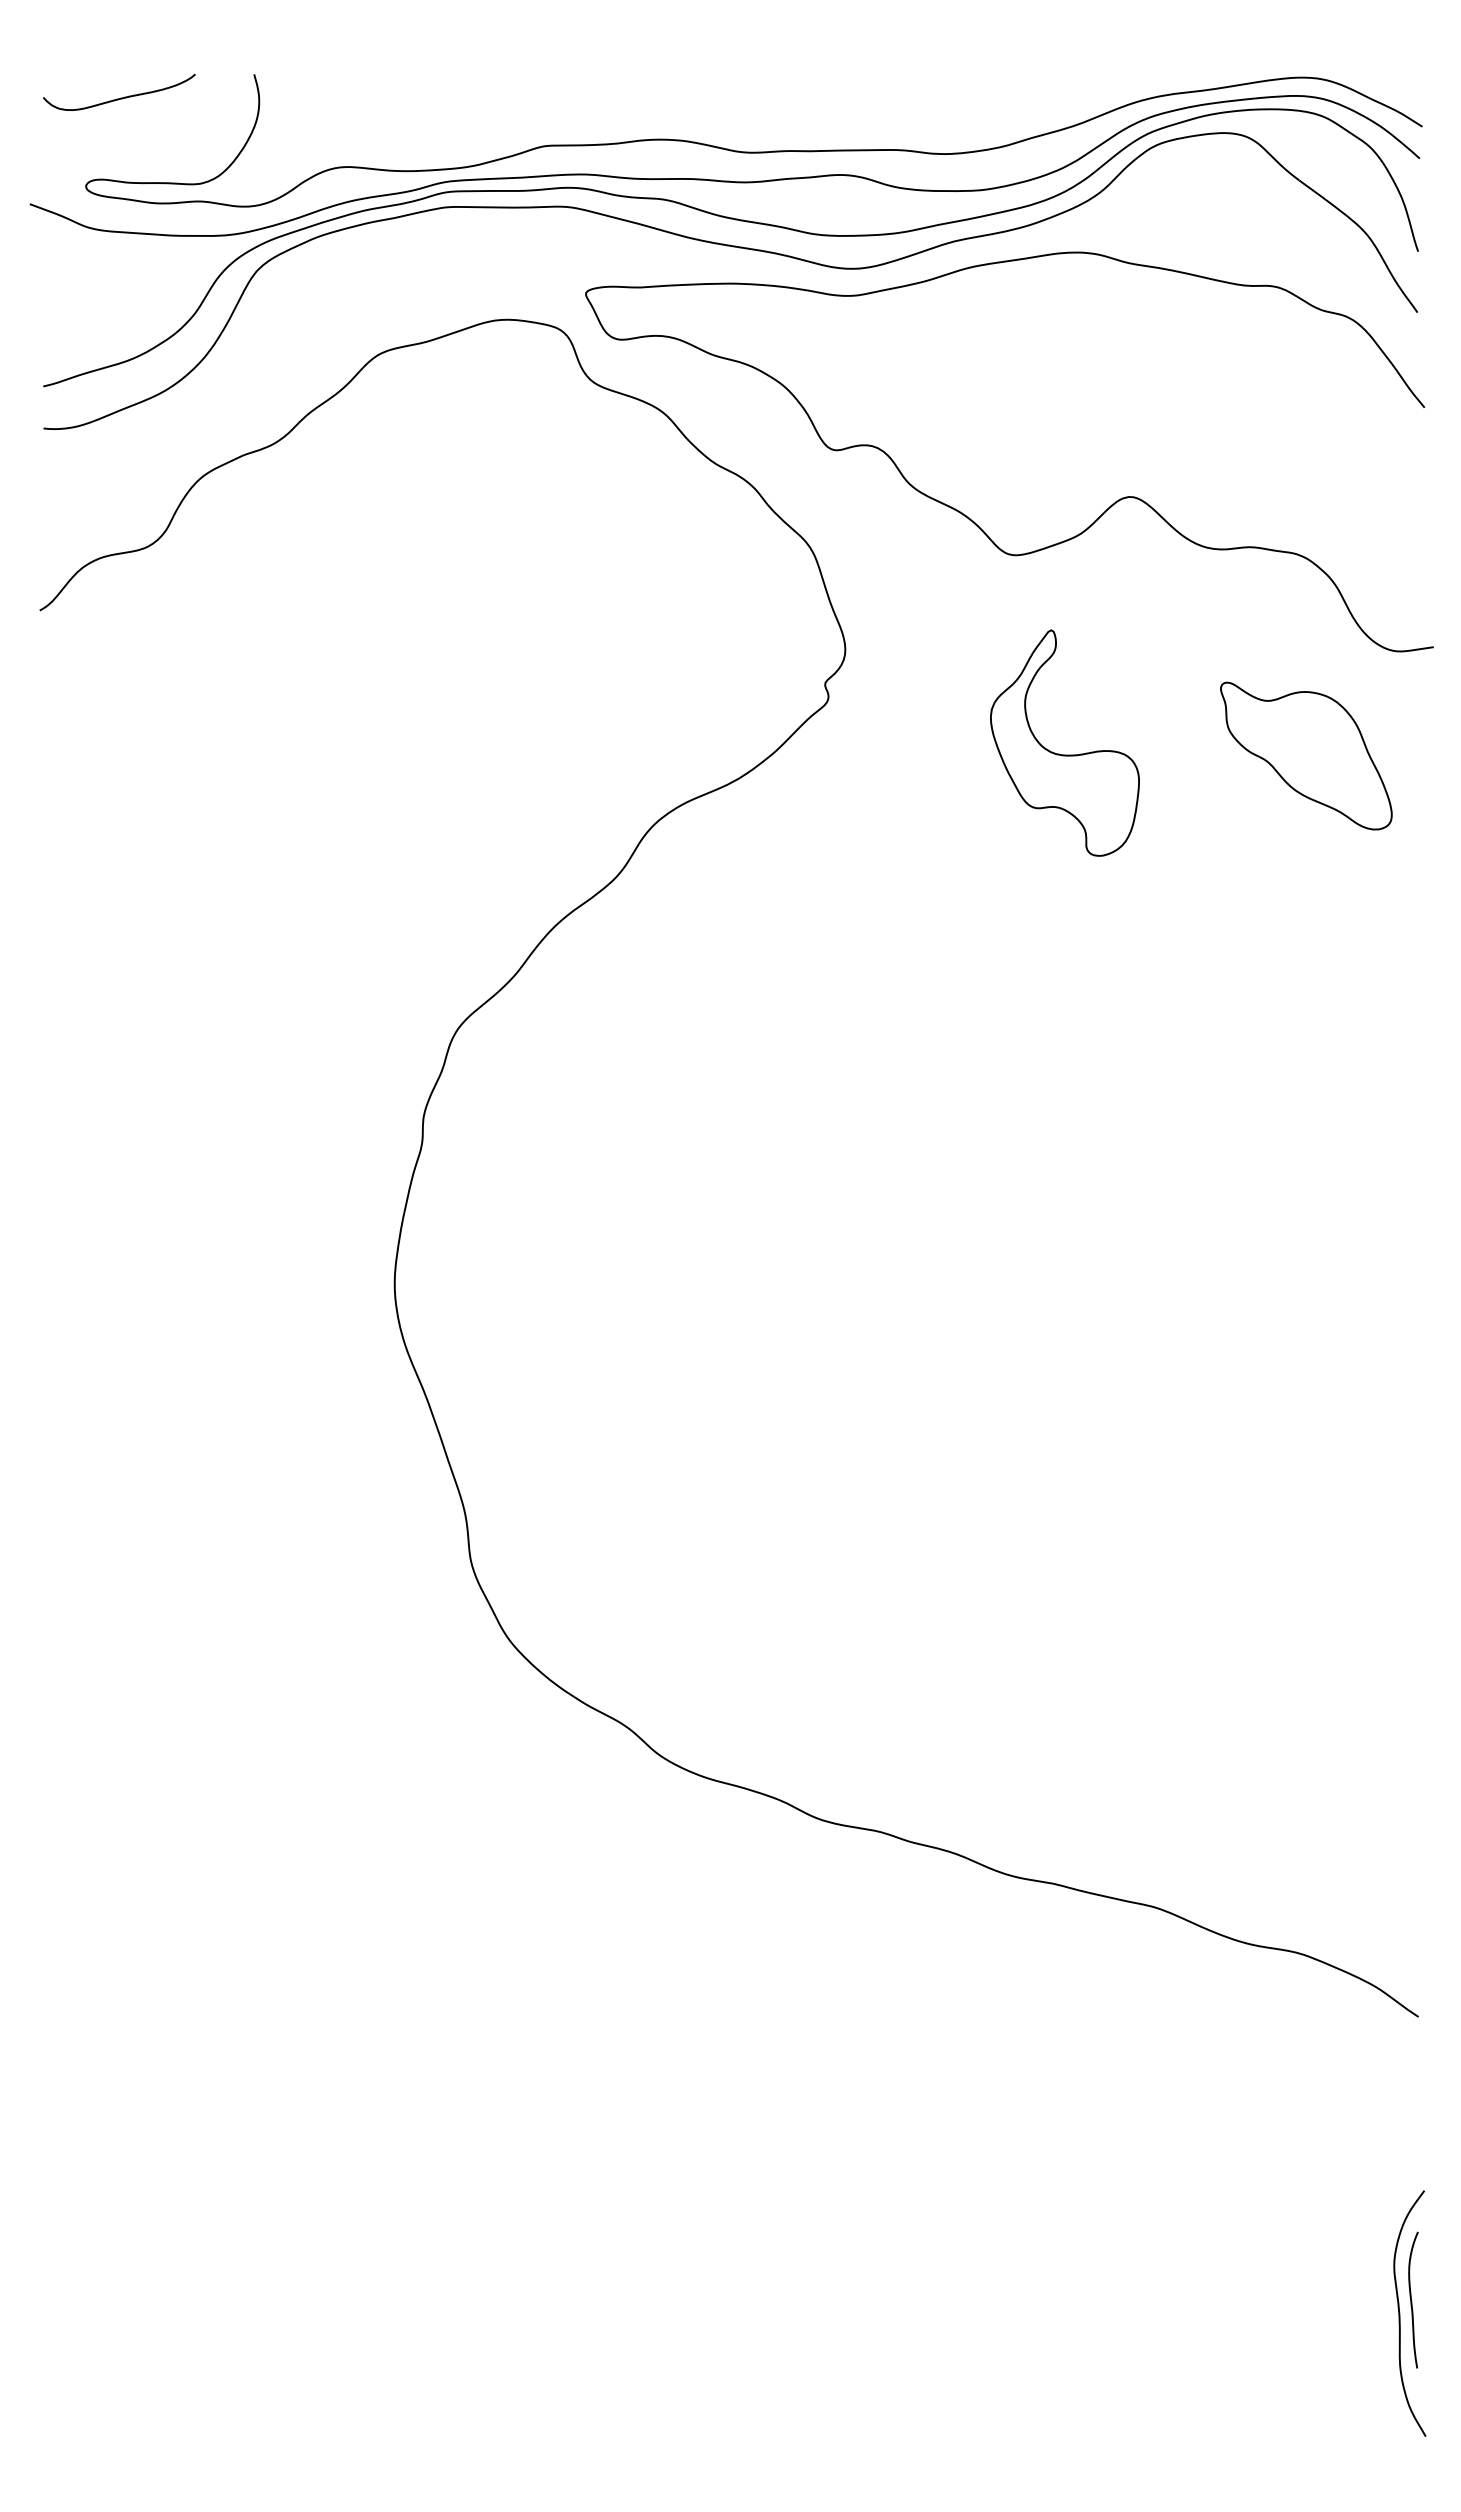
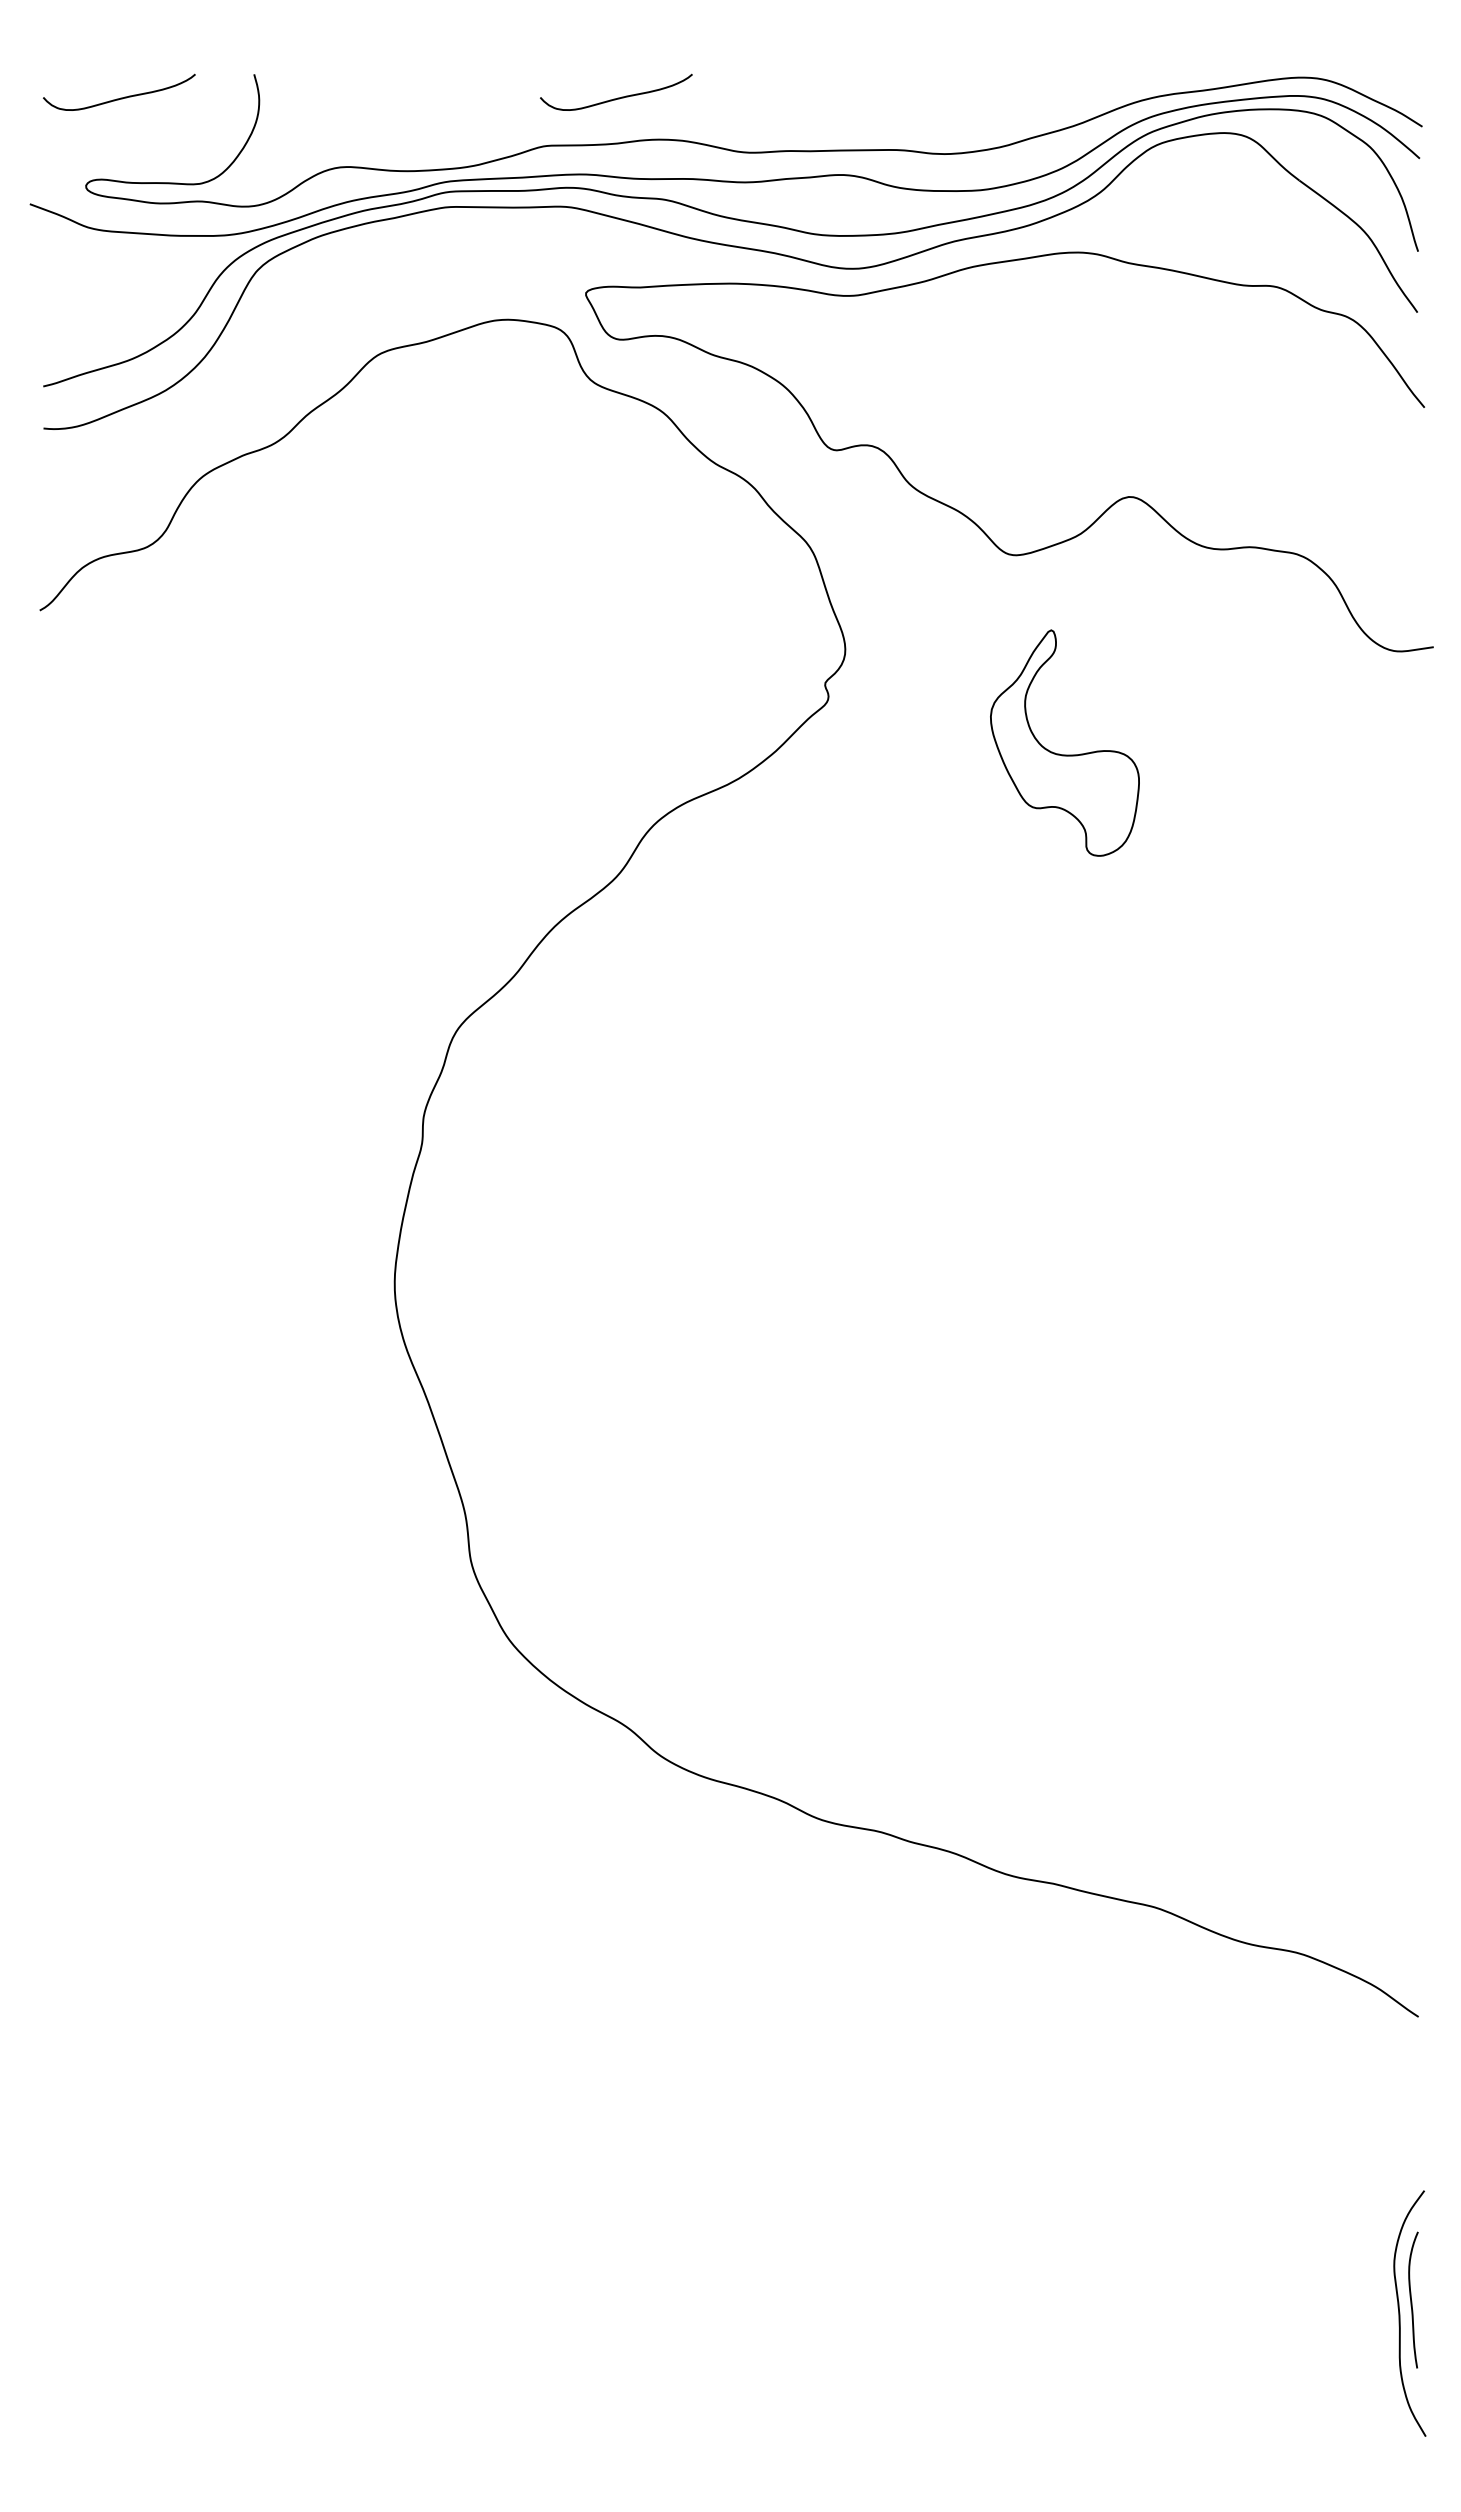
curve at (617, 97): none -> present
part at (1306, 755): present -> none
